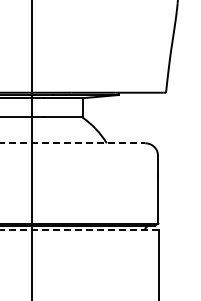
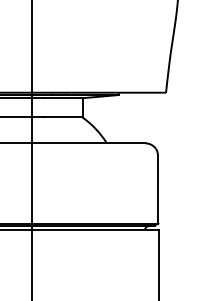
line at (73, 143): dashed -> solid
line at (78, 230): dashed -> solid
